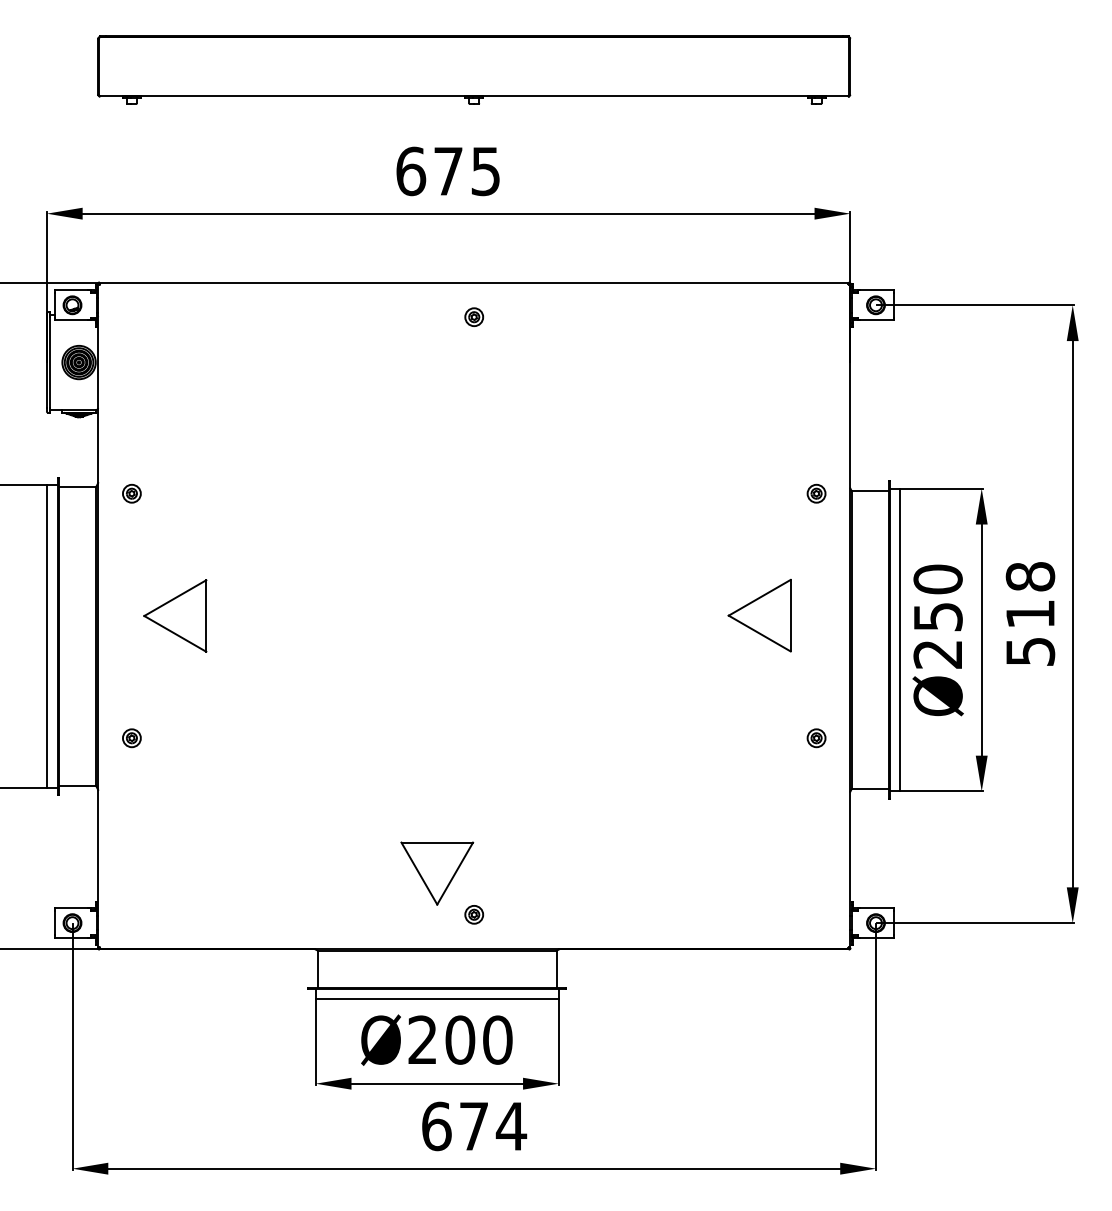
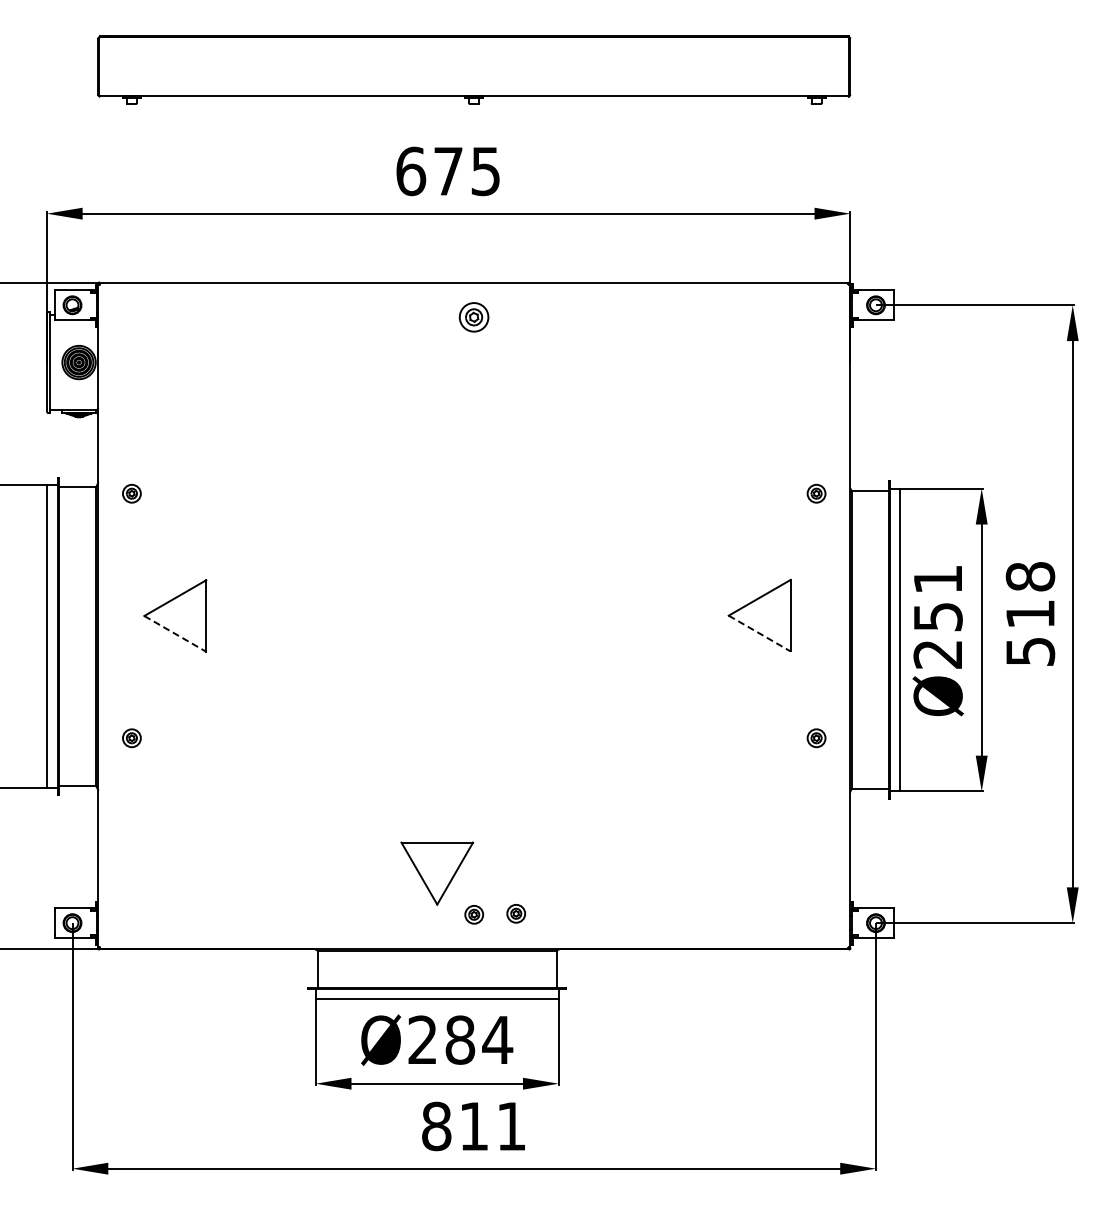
part at (474, 316) size: 21x20 px -> 32x31 px
text at (937, 579): Ø250 -> Ø251
line at (175, 633): solid -> dashed
line at (759, 633): solid -> dashed
part at (516, 913): none -> present
text at (479, 1039): Ø200 -> Ø284
text at (474, 1126): 674 -> 811
